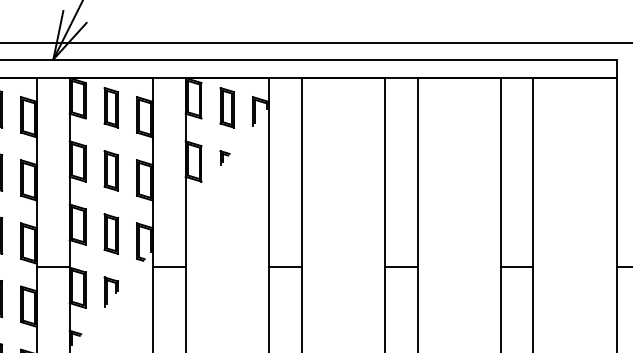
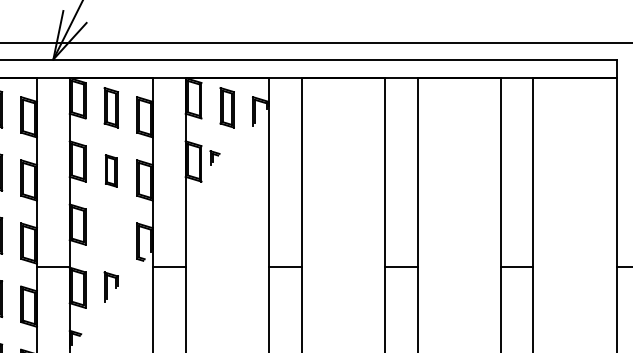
part at (224, 157) position: (224, 157) -> (214, 157)
part at (110, 170) size: 16x42 px -> 14x34 px
part at (110, 233): present -> none
part at (110, 291) position: (110, 291) -> (110, 286)
